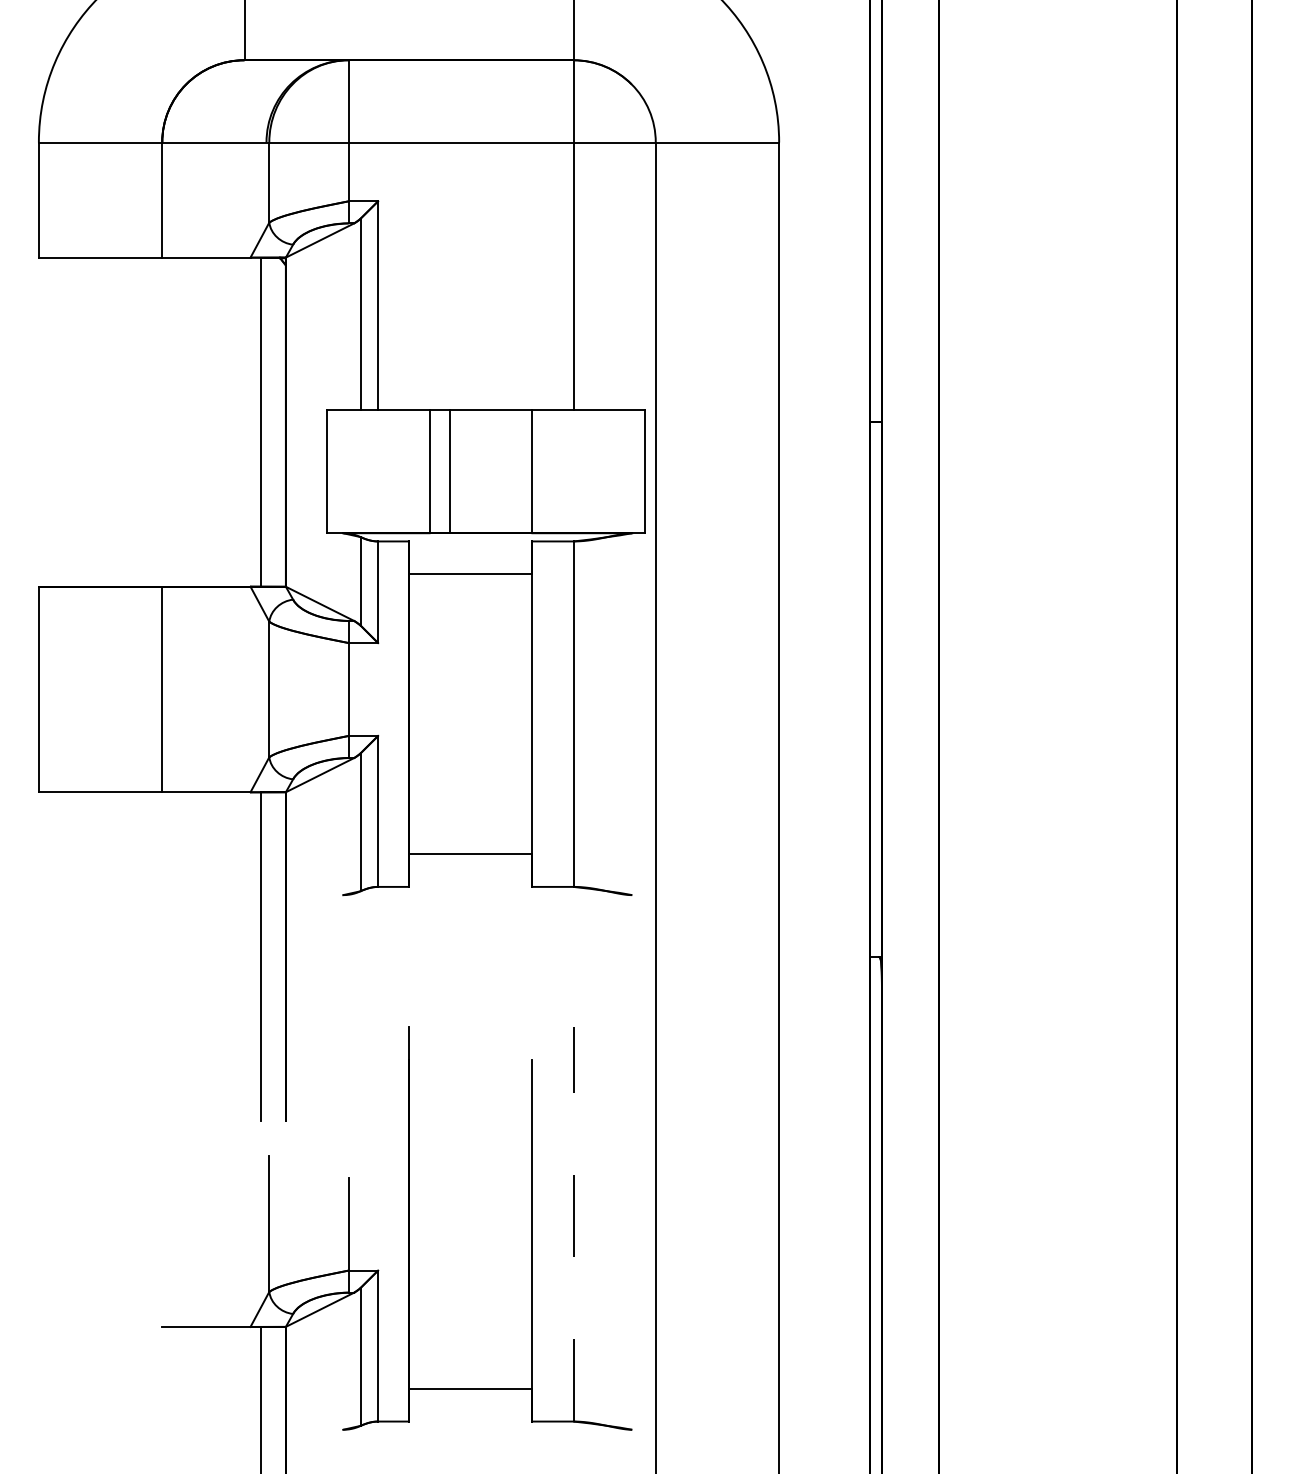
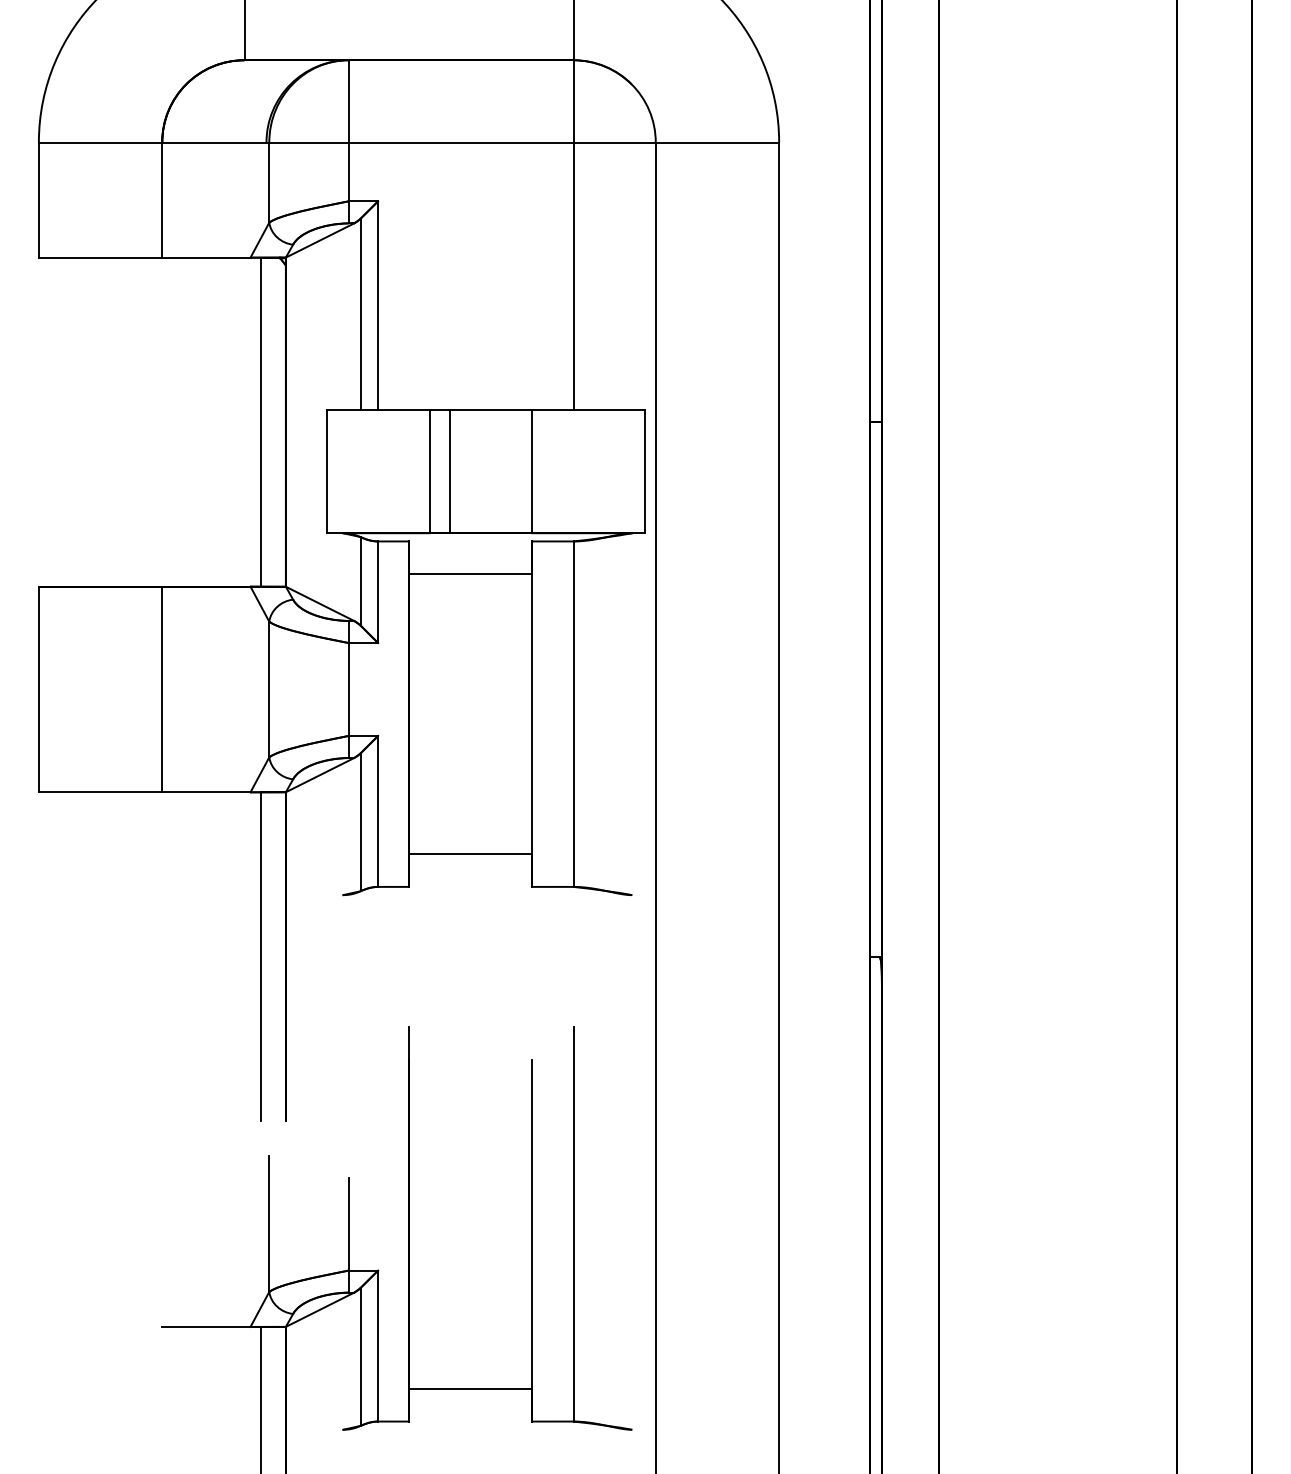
line at (573, 1223): dashed -> solid
